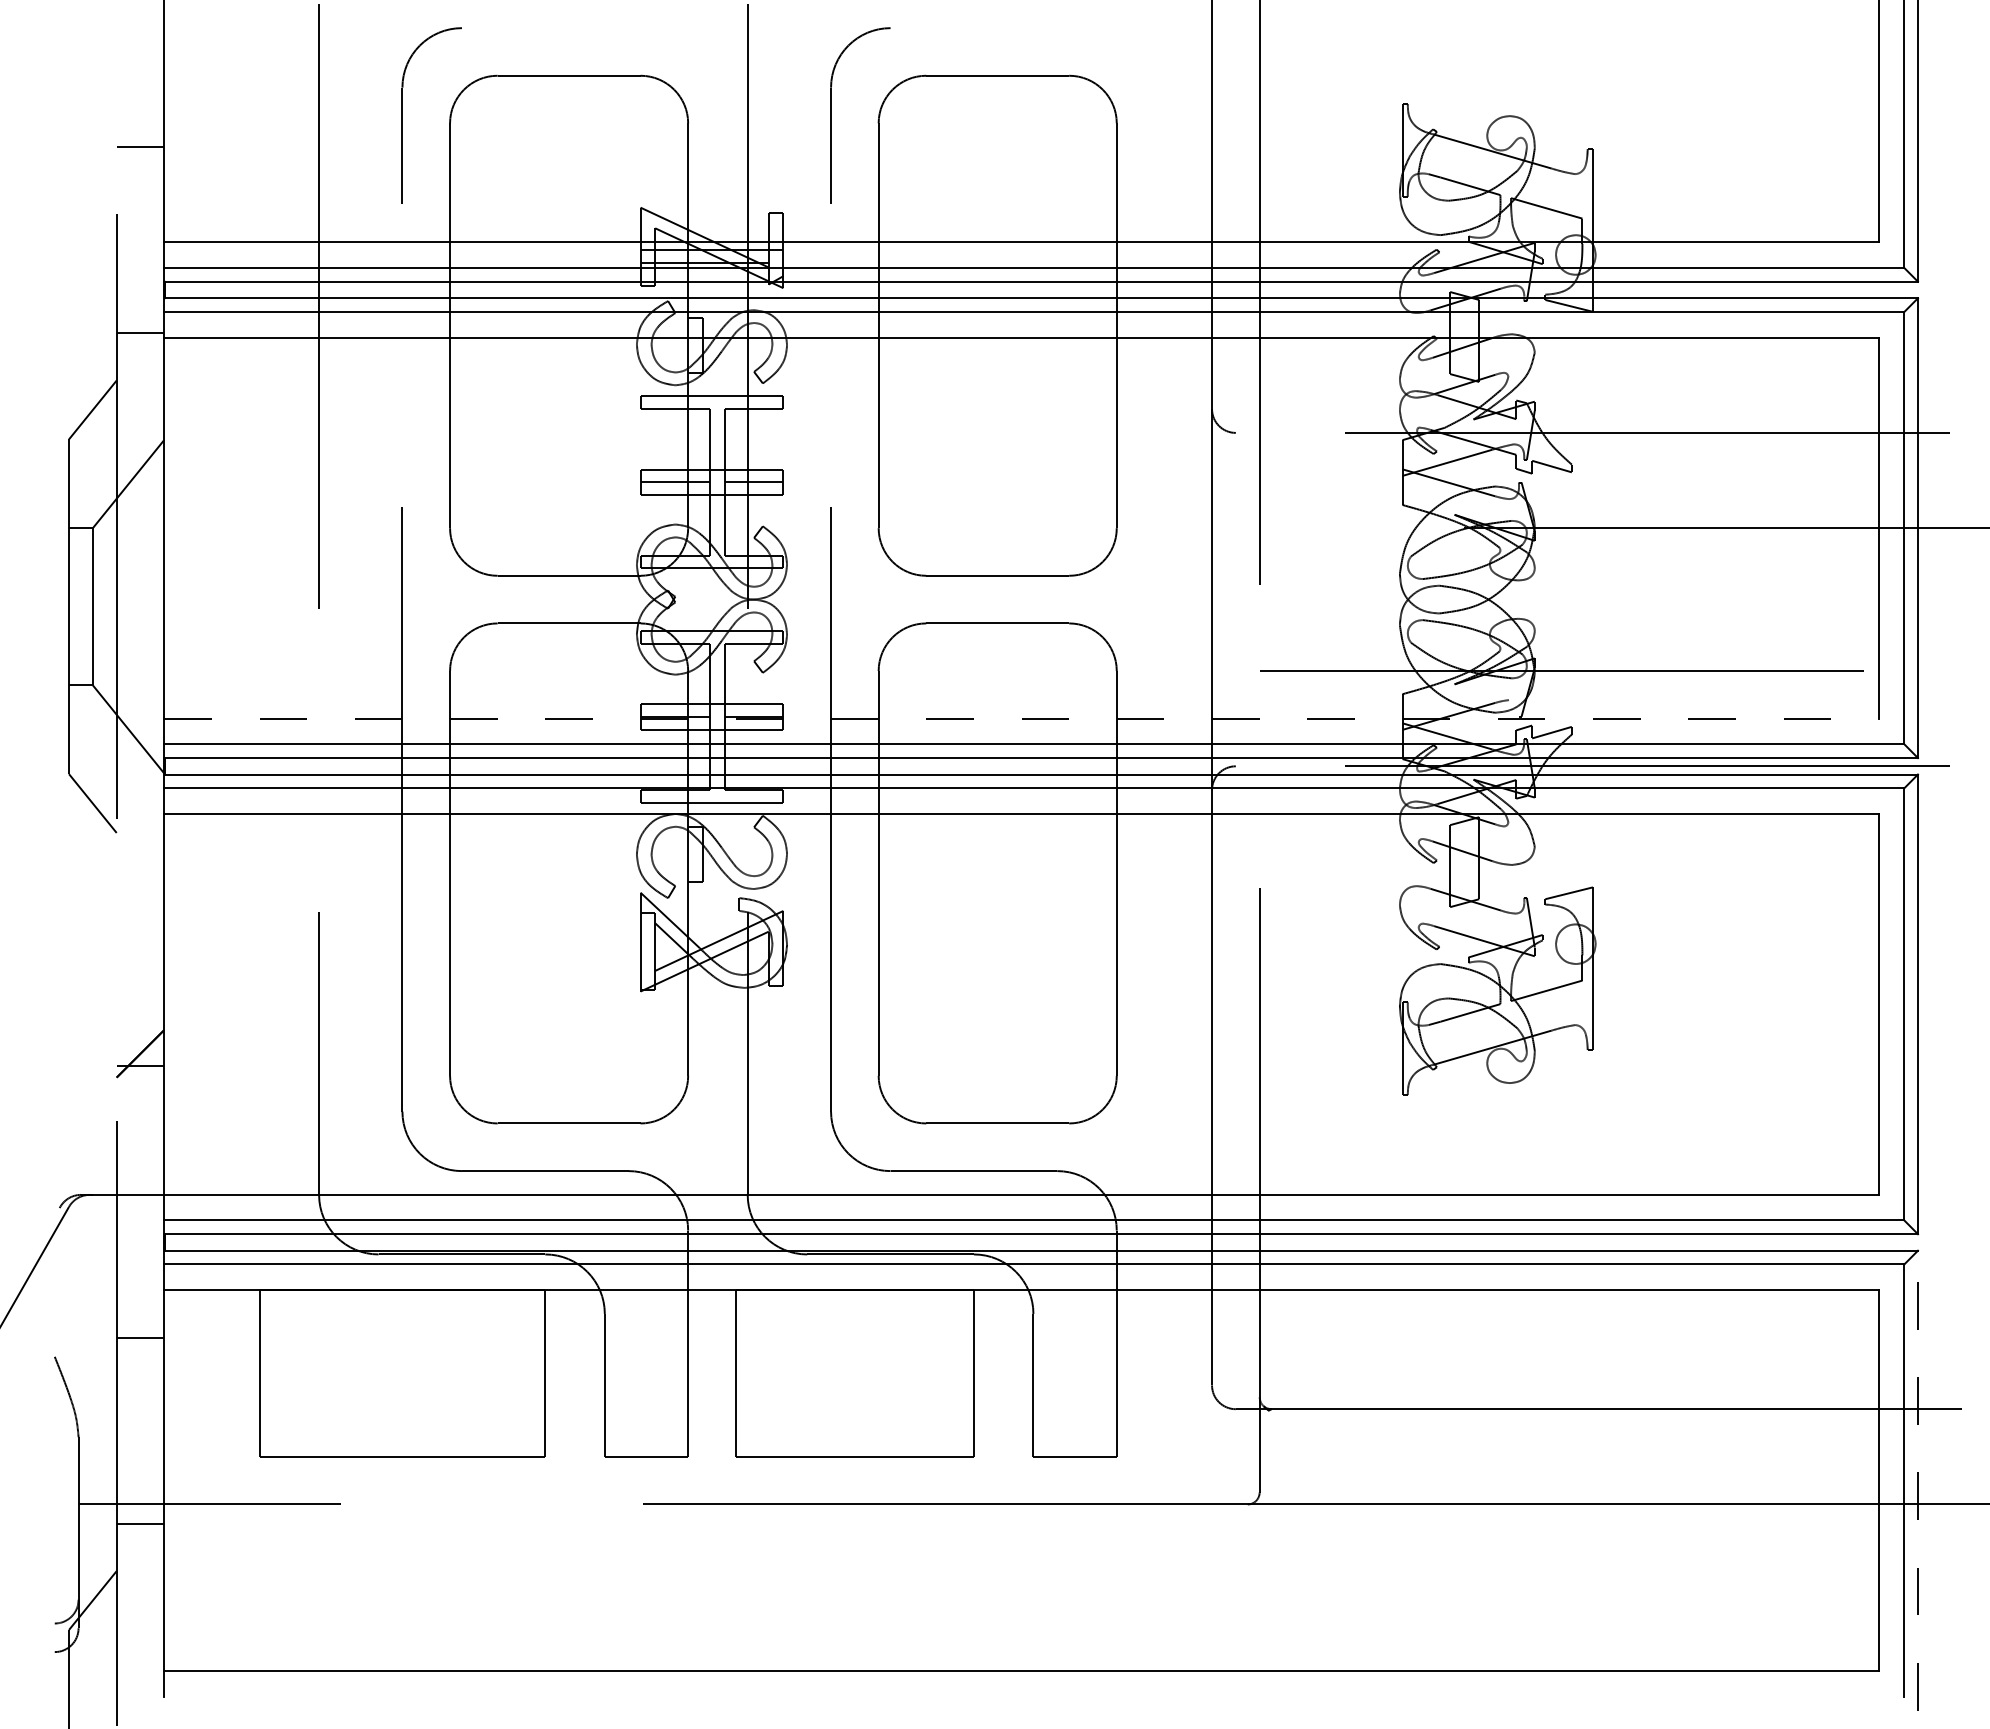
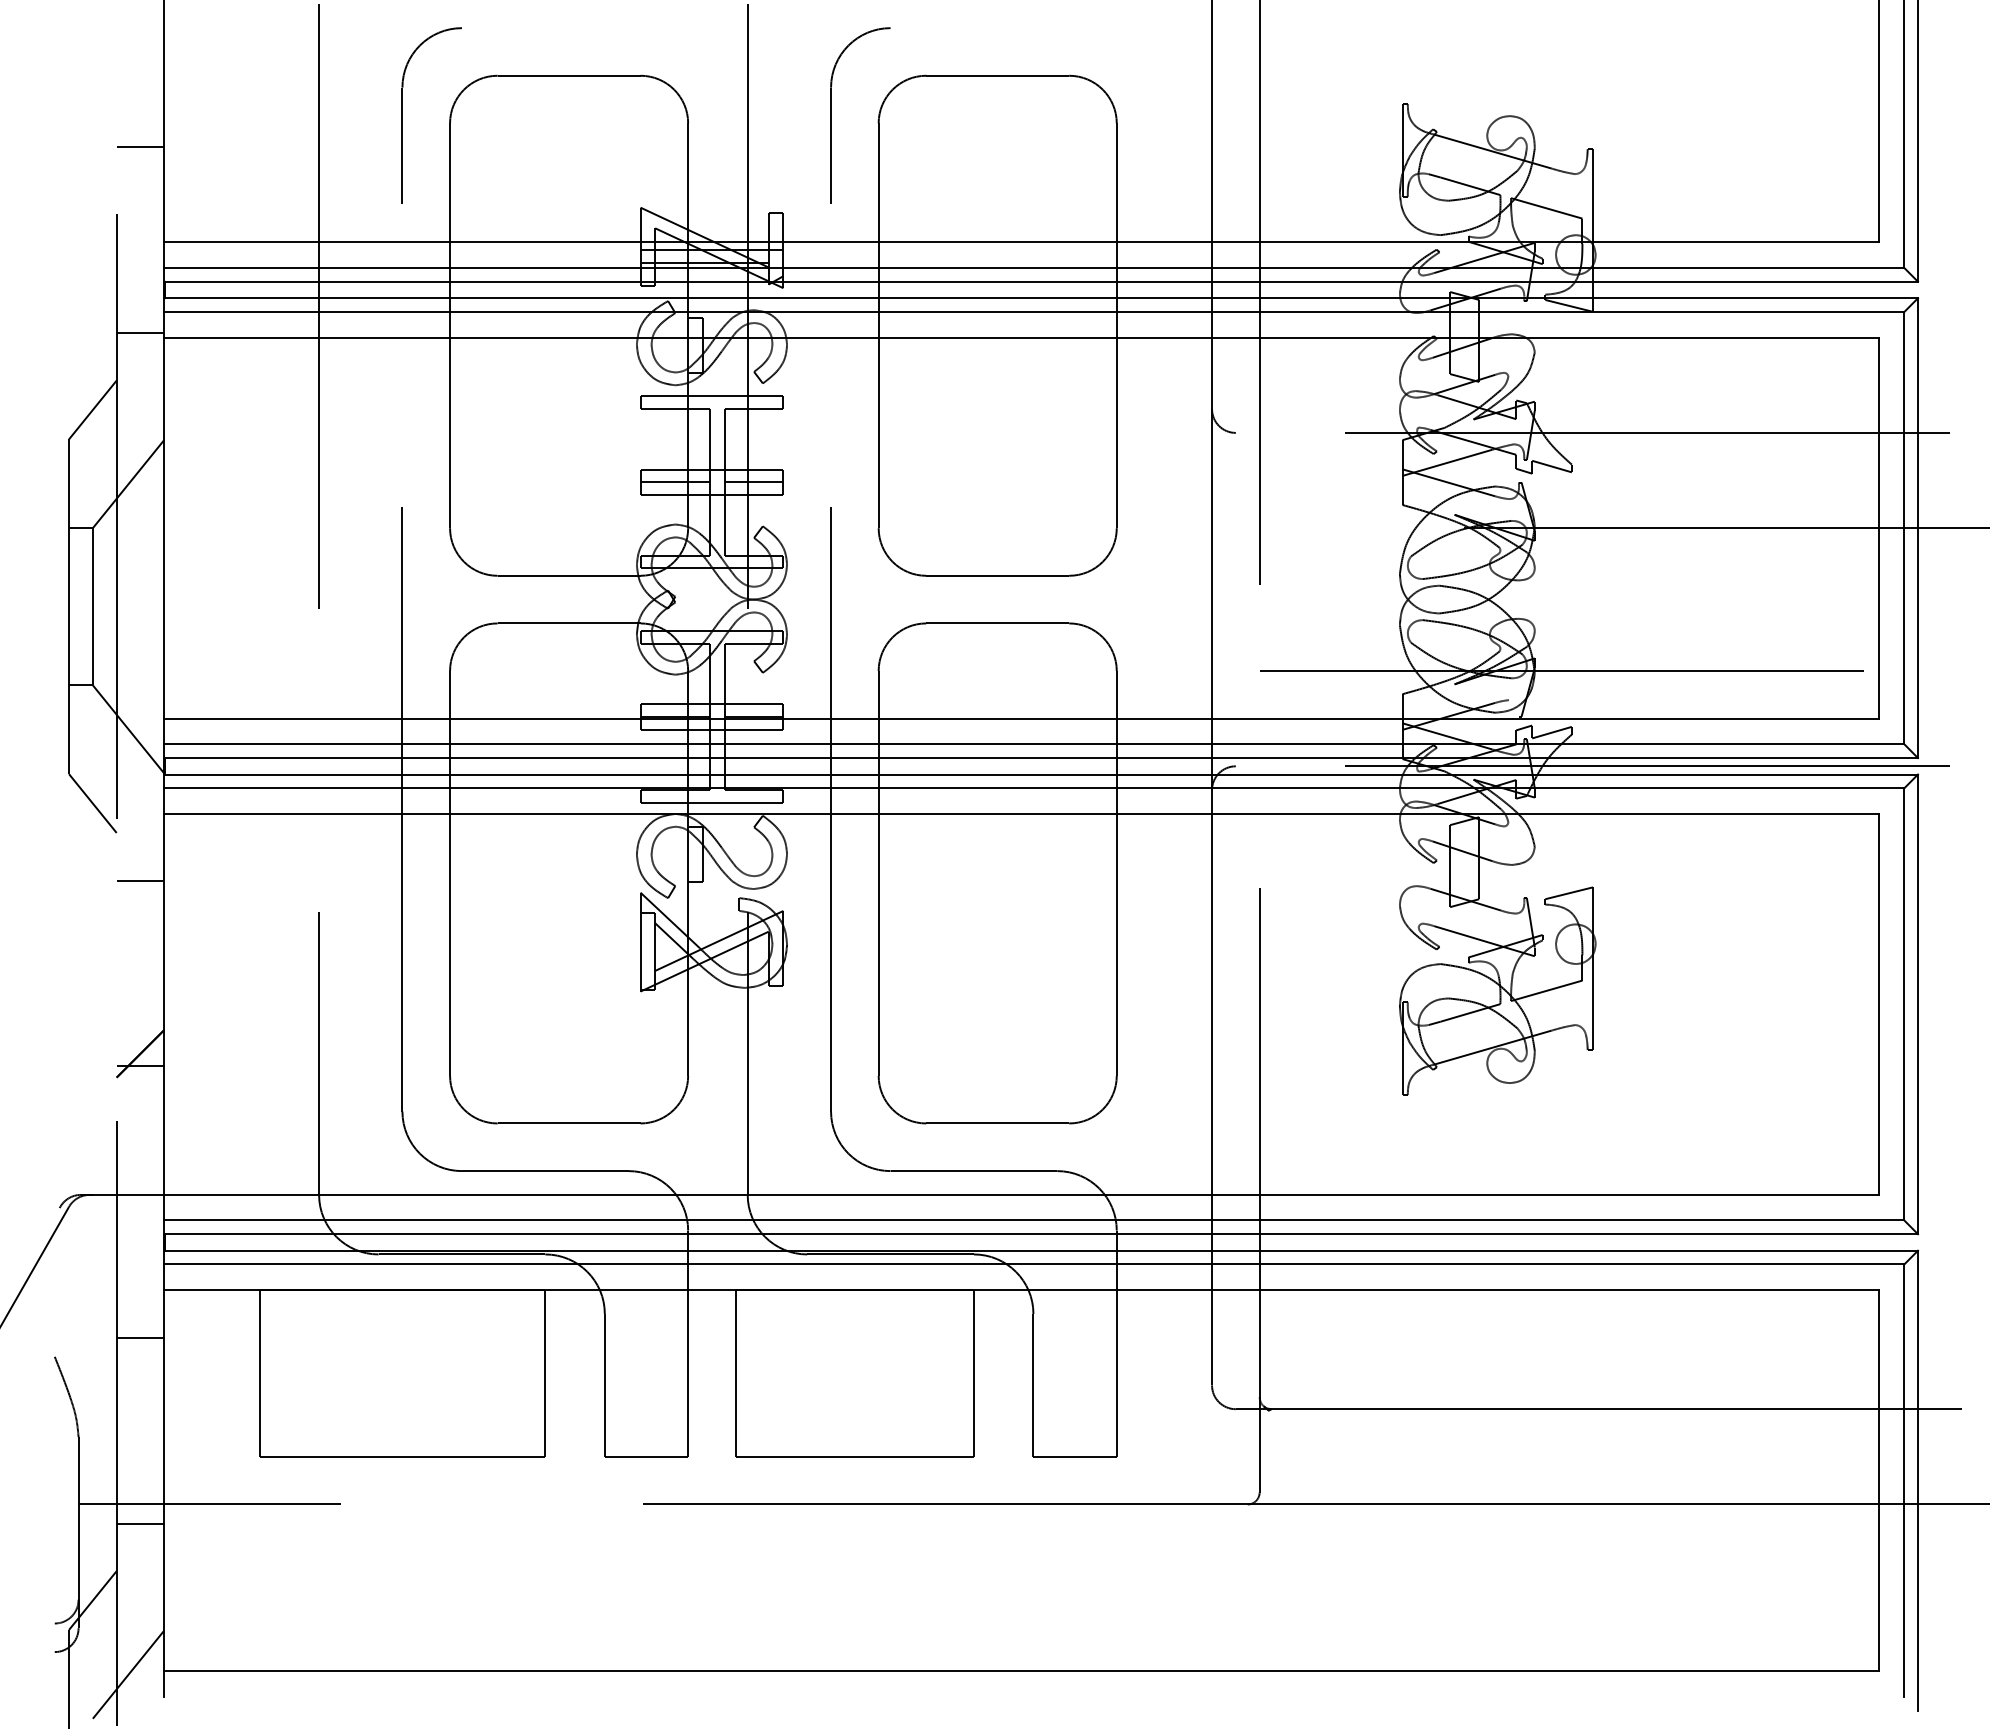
line at (1022, 718): dashed -> solid
line at (140, 880): none -> present
line at (1917, 1480): dashed -> solid
line at (128, 1674): none -> present
